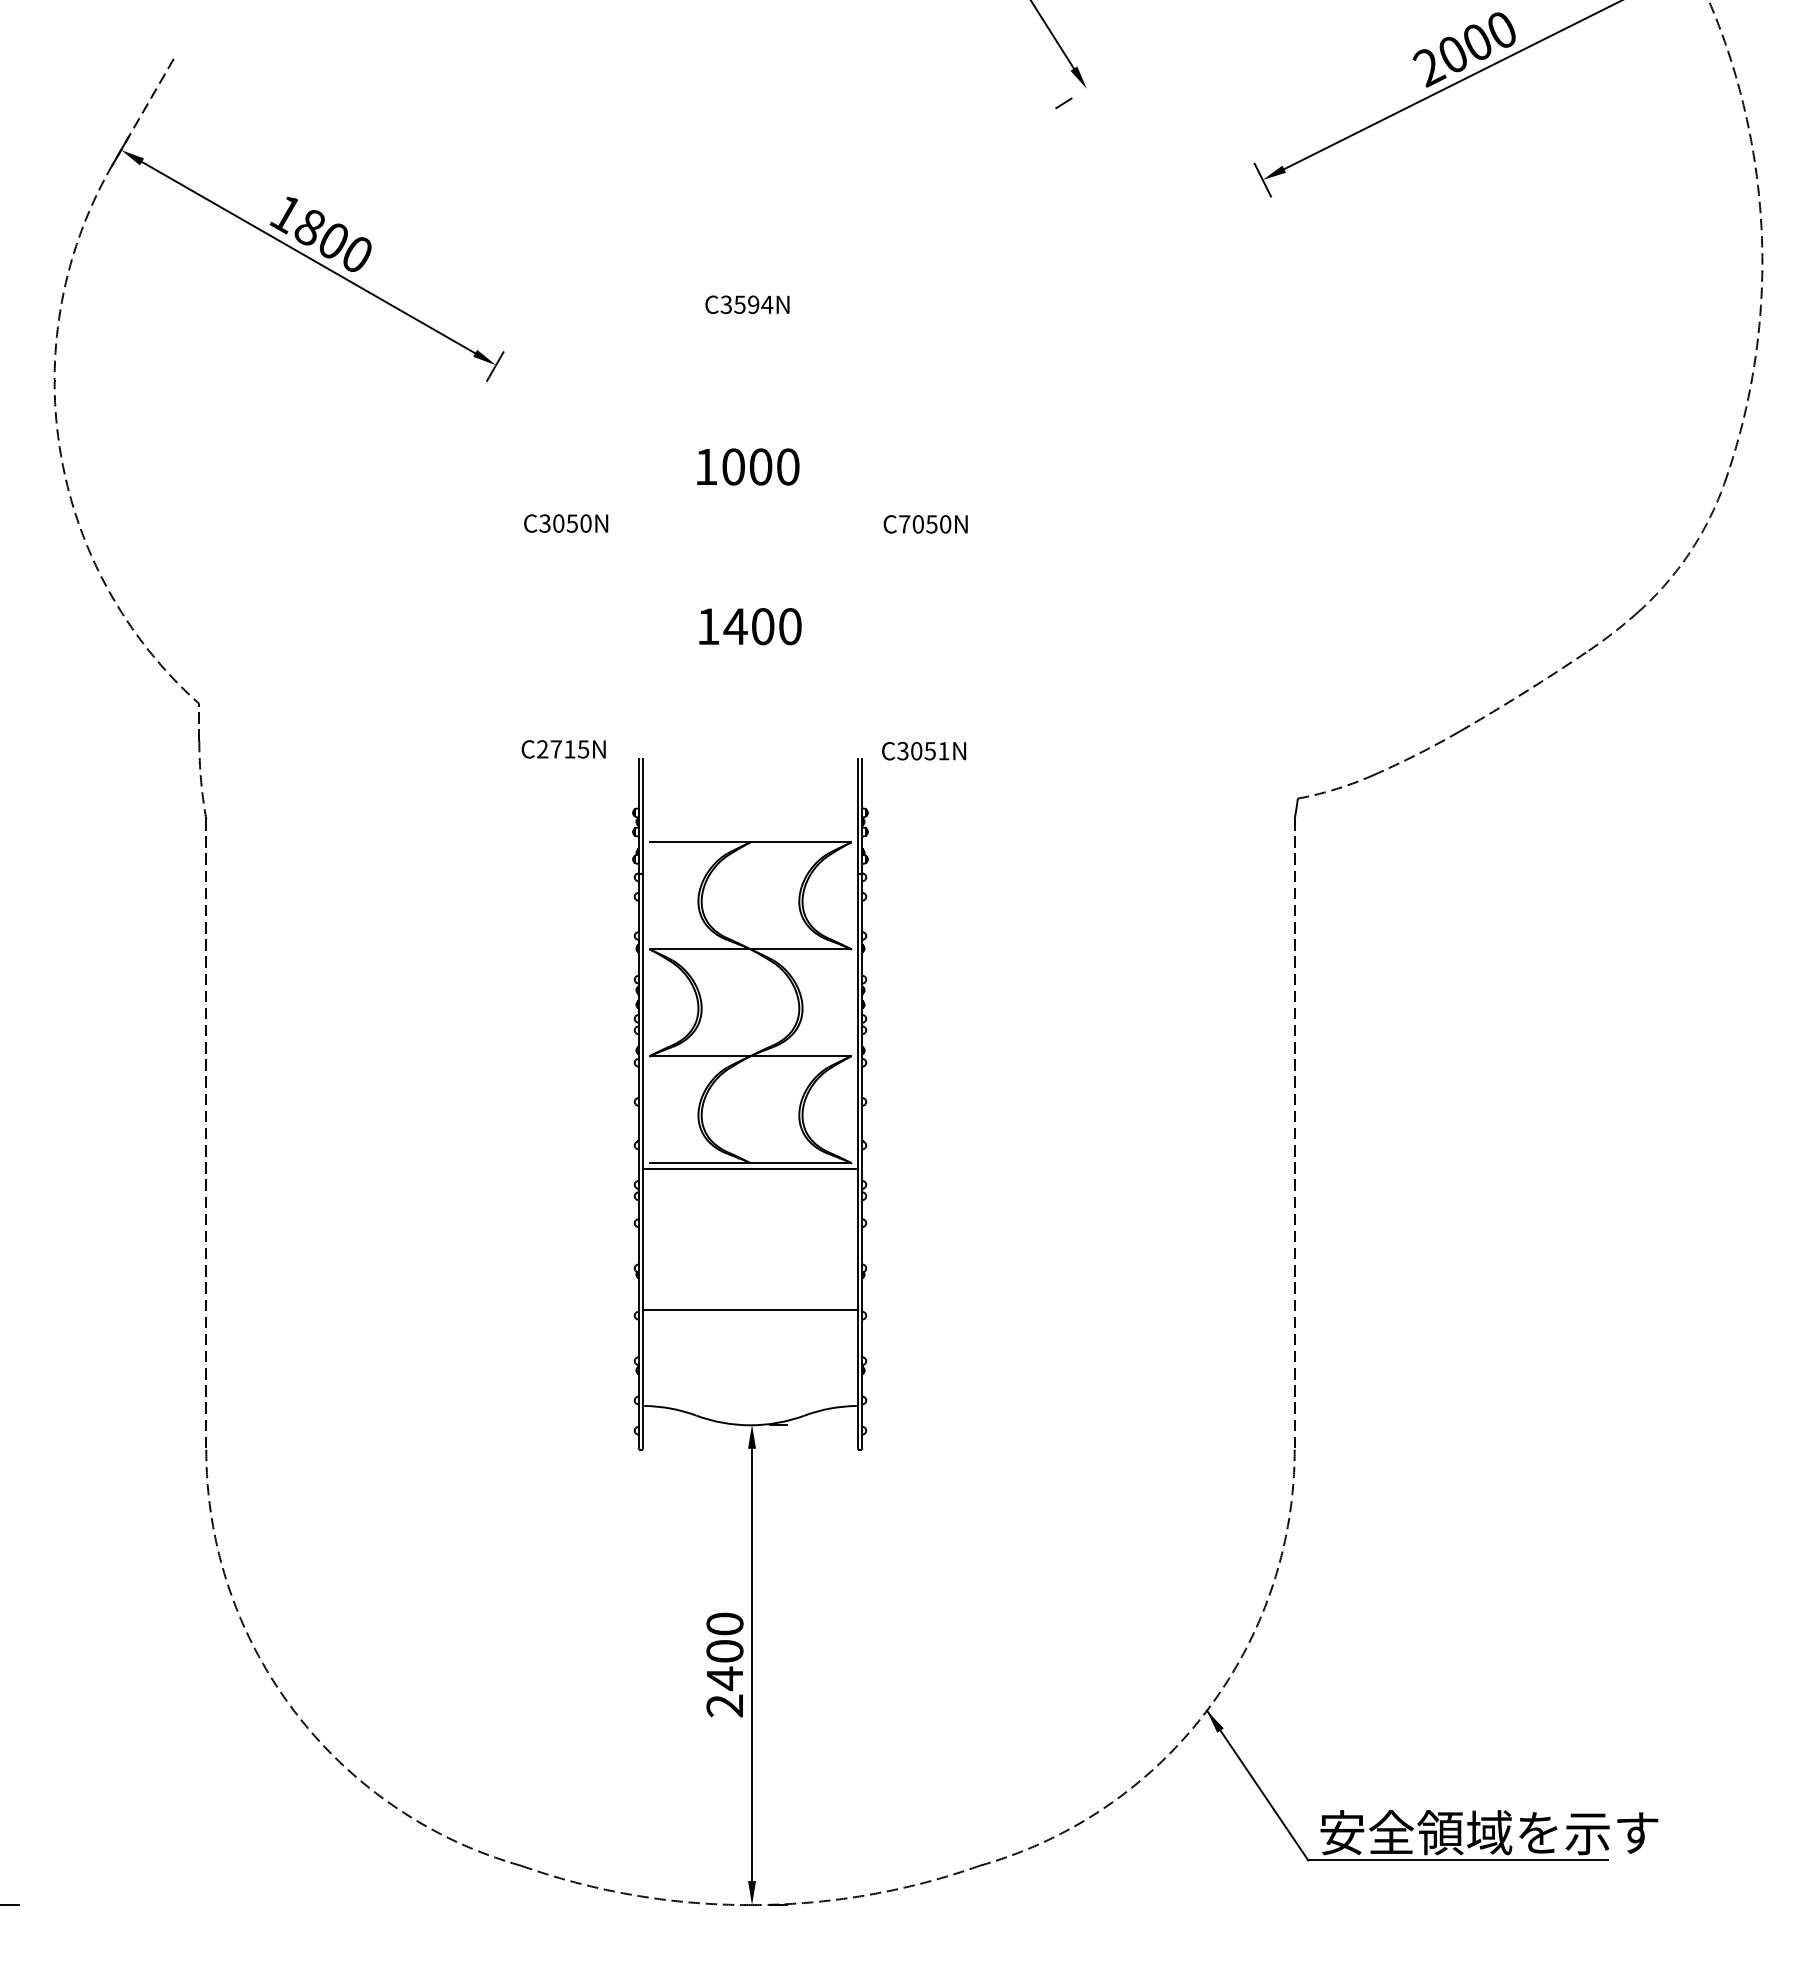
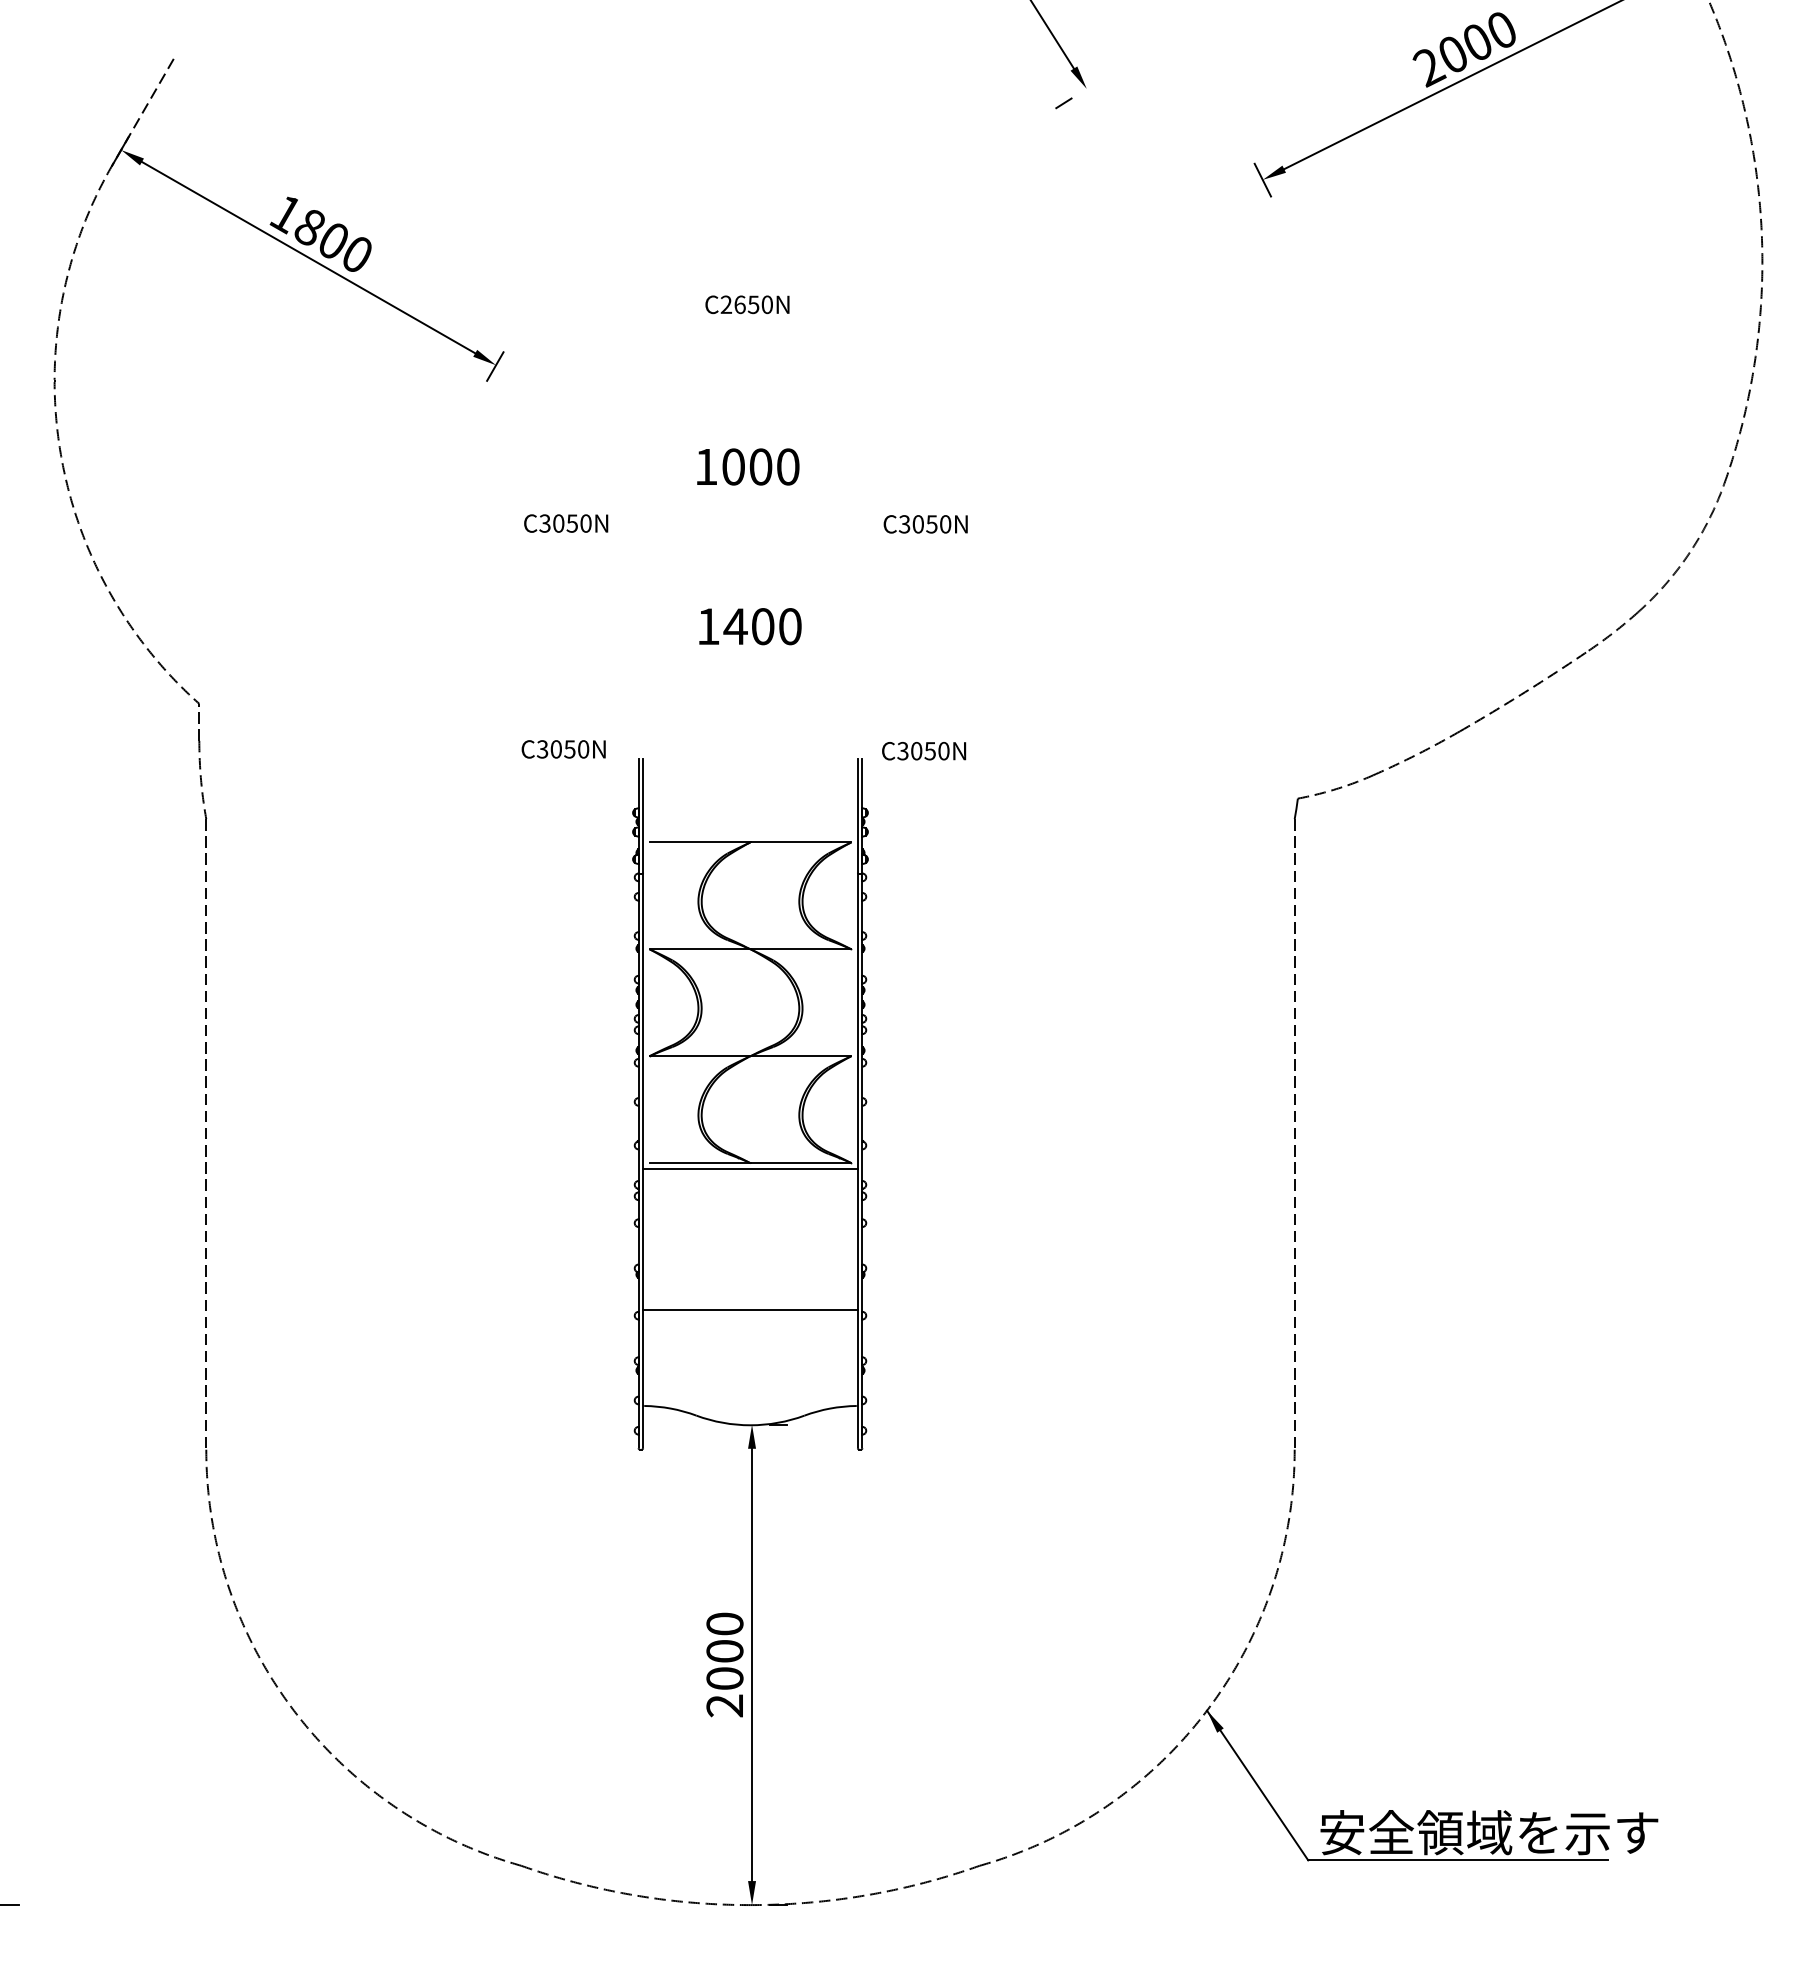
text at (746, 304): C3594N -> C2650N
text at (904, 524): C7050N -> C3050N
text at (562, 749): C2715N -> C3050N
text at (943, 751): C3051N -> C3050N
text at (724, 1678): 2400 -> 2000
